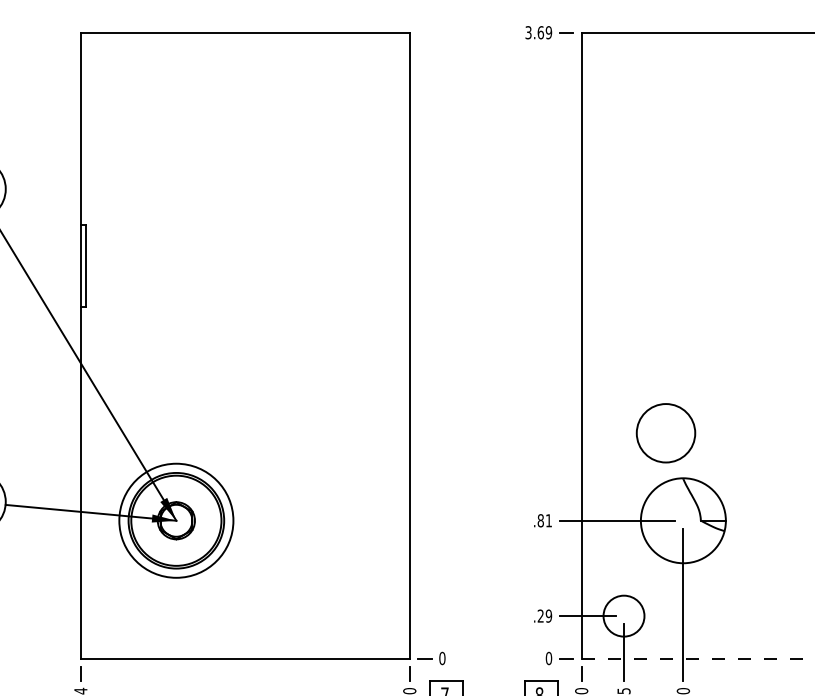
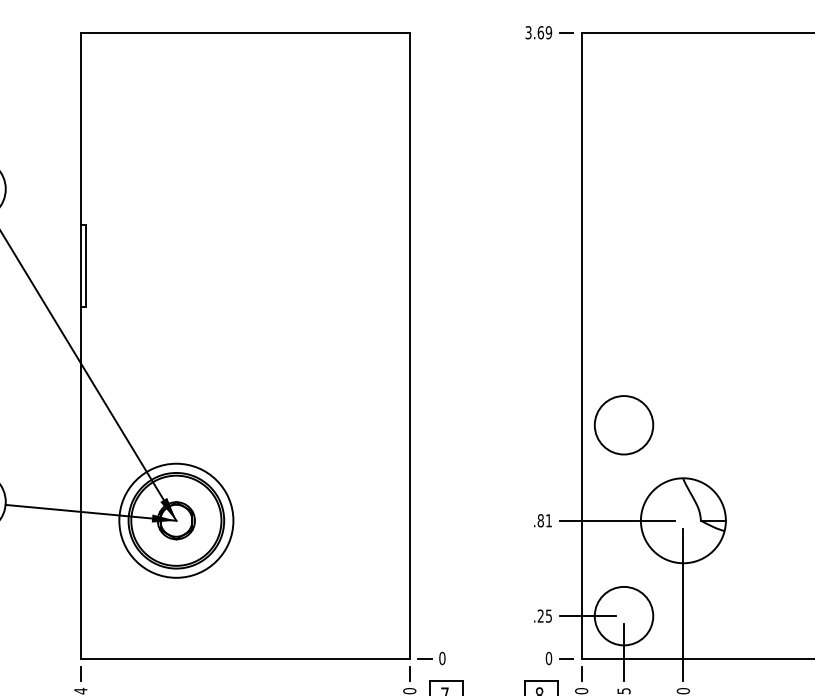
circle at (665, 433) position: (665, 433) -> (623, 425)
text at (548, 615): .29 -> .25
circle at (623, 615) diameter: 41 px -> 58 px
line at (698, 658): dashed -> solid
